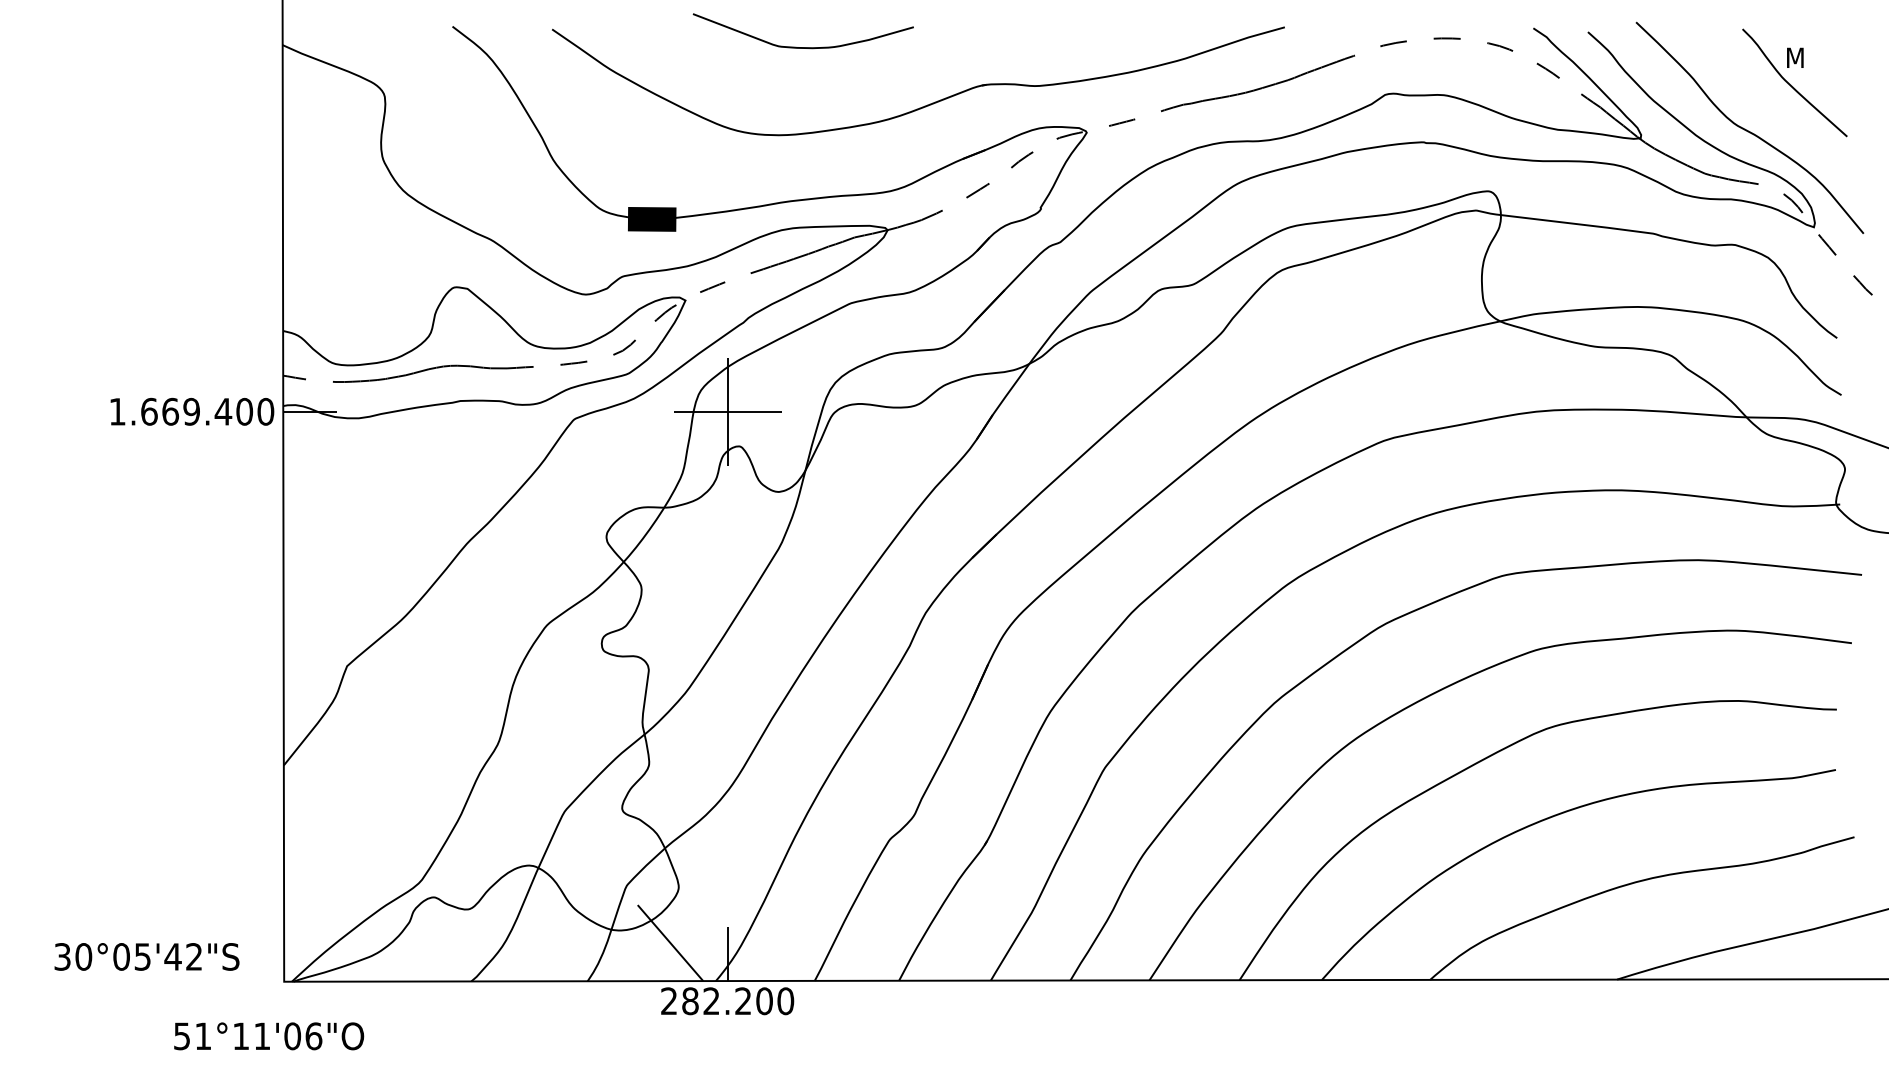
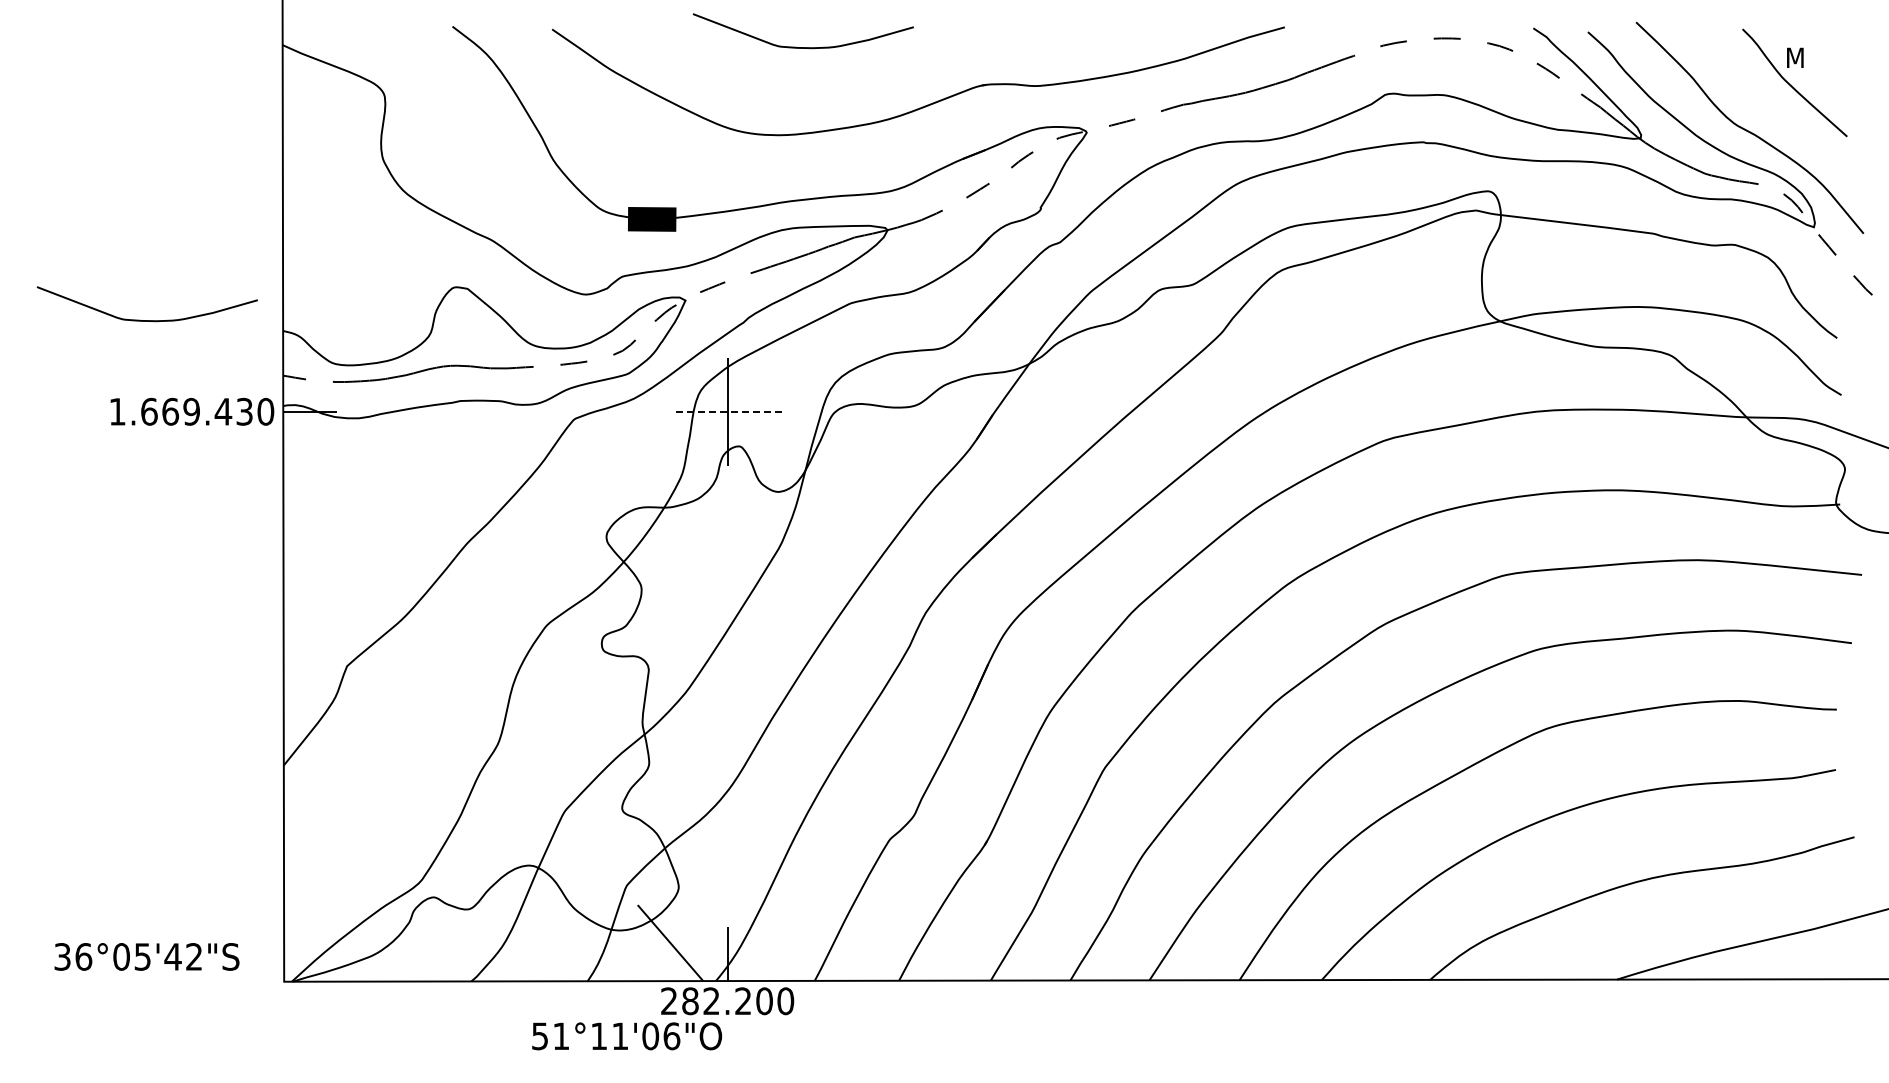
curve at (146, 320): none -> present
text at (244, 411): 1.669.400 -> 1.669.430
line at (727, 411): solid -> dashed
text at (83, 956): 30°05'42"S -> 36°05'42"S
text at (269, 1036) position: (269, 1036) -> (627, 1036)
